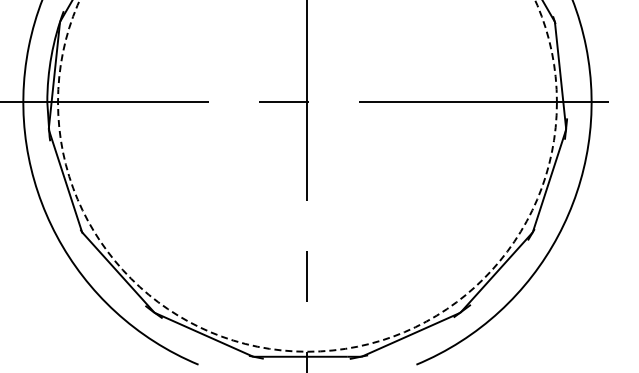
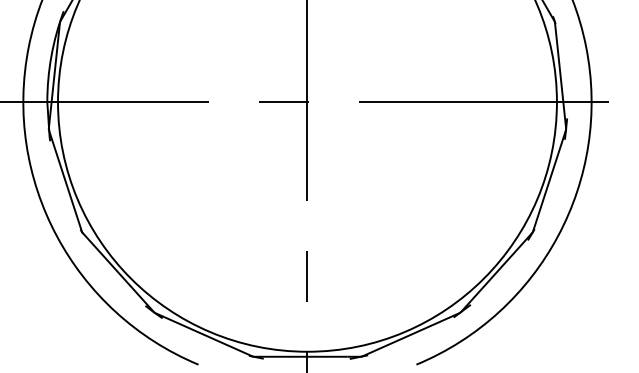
circle at (307, 175): dashed -> solid
